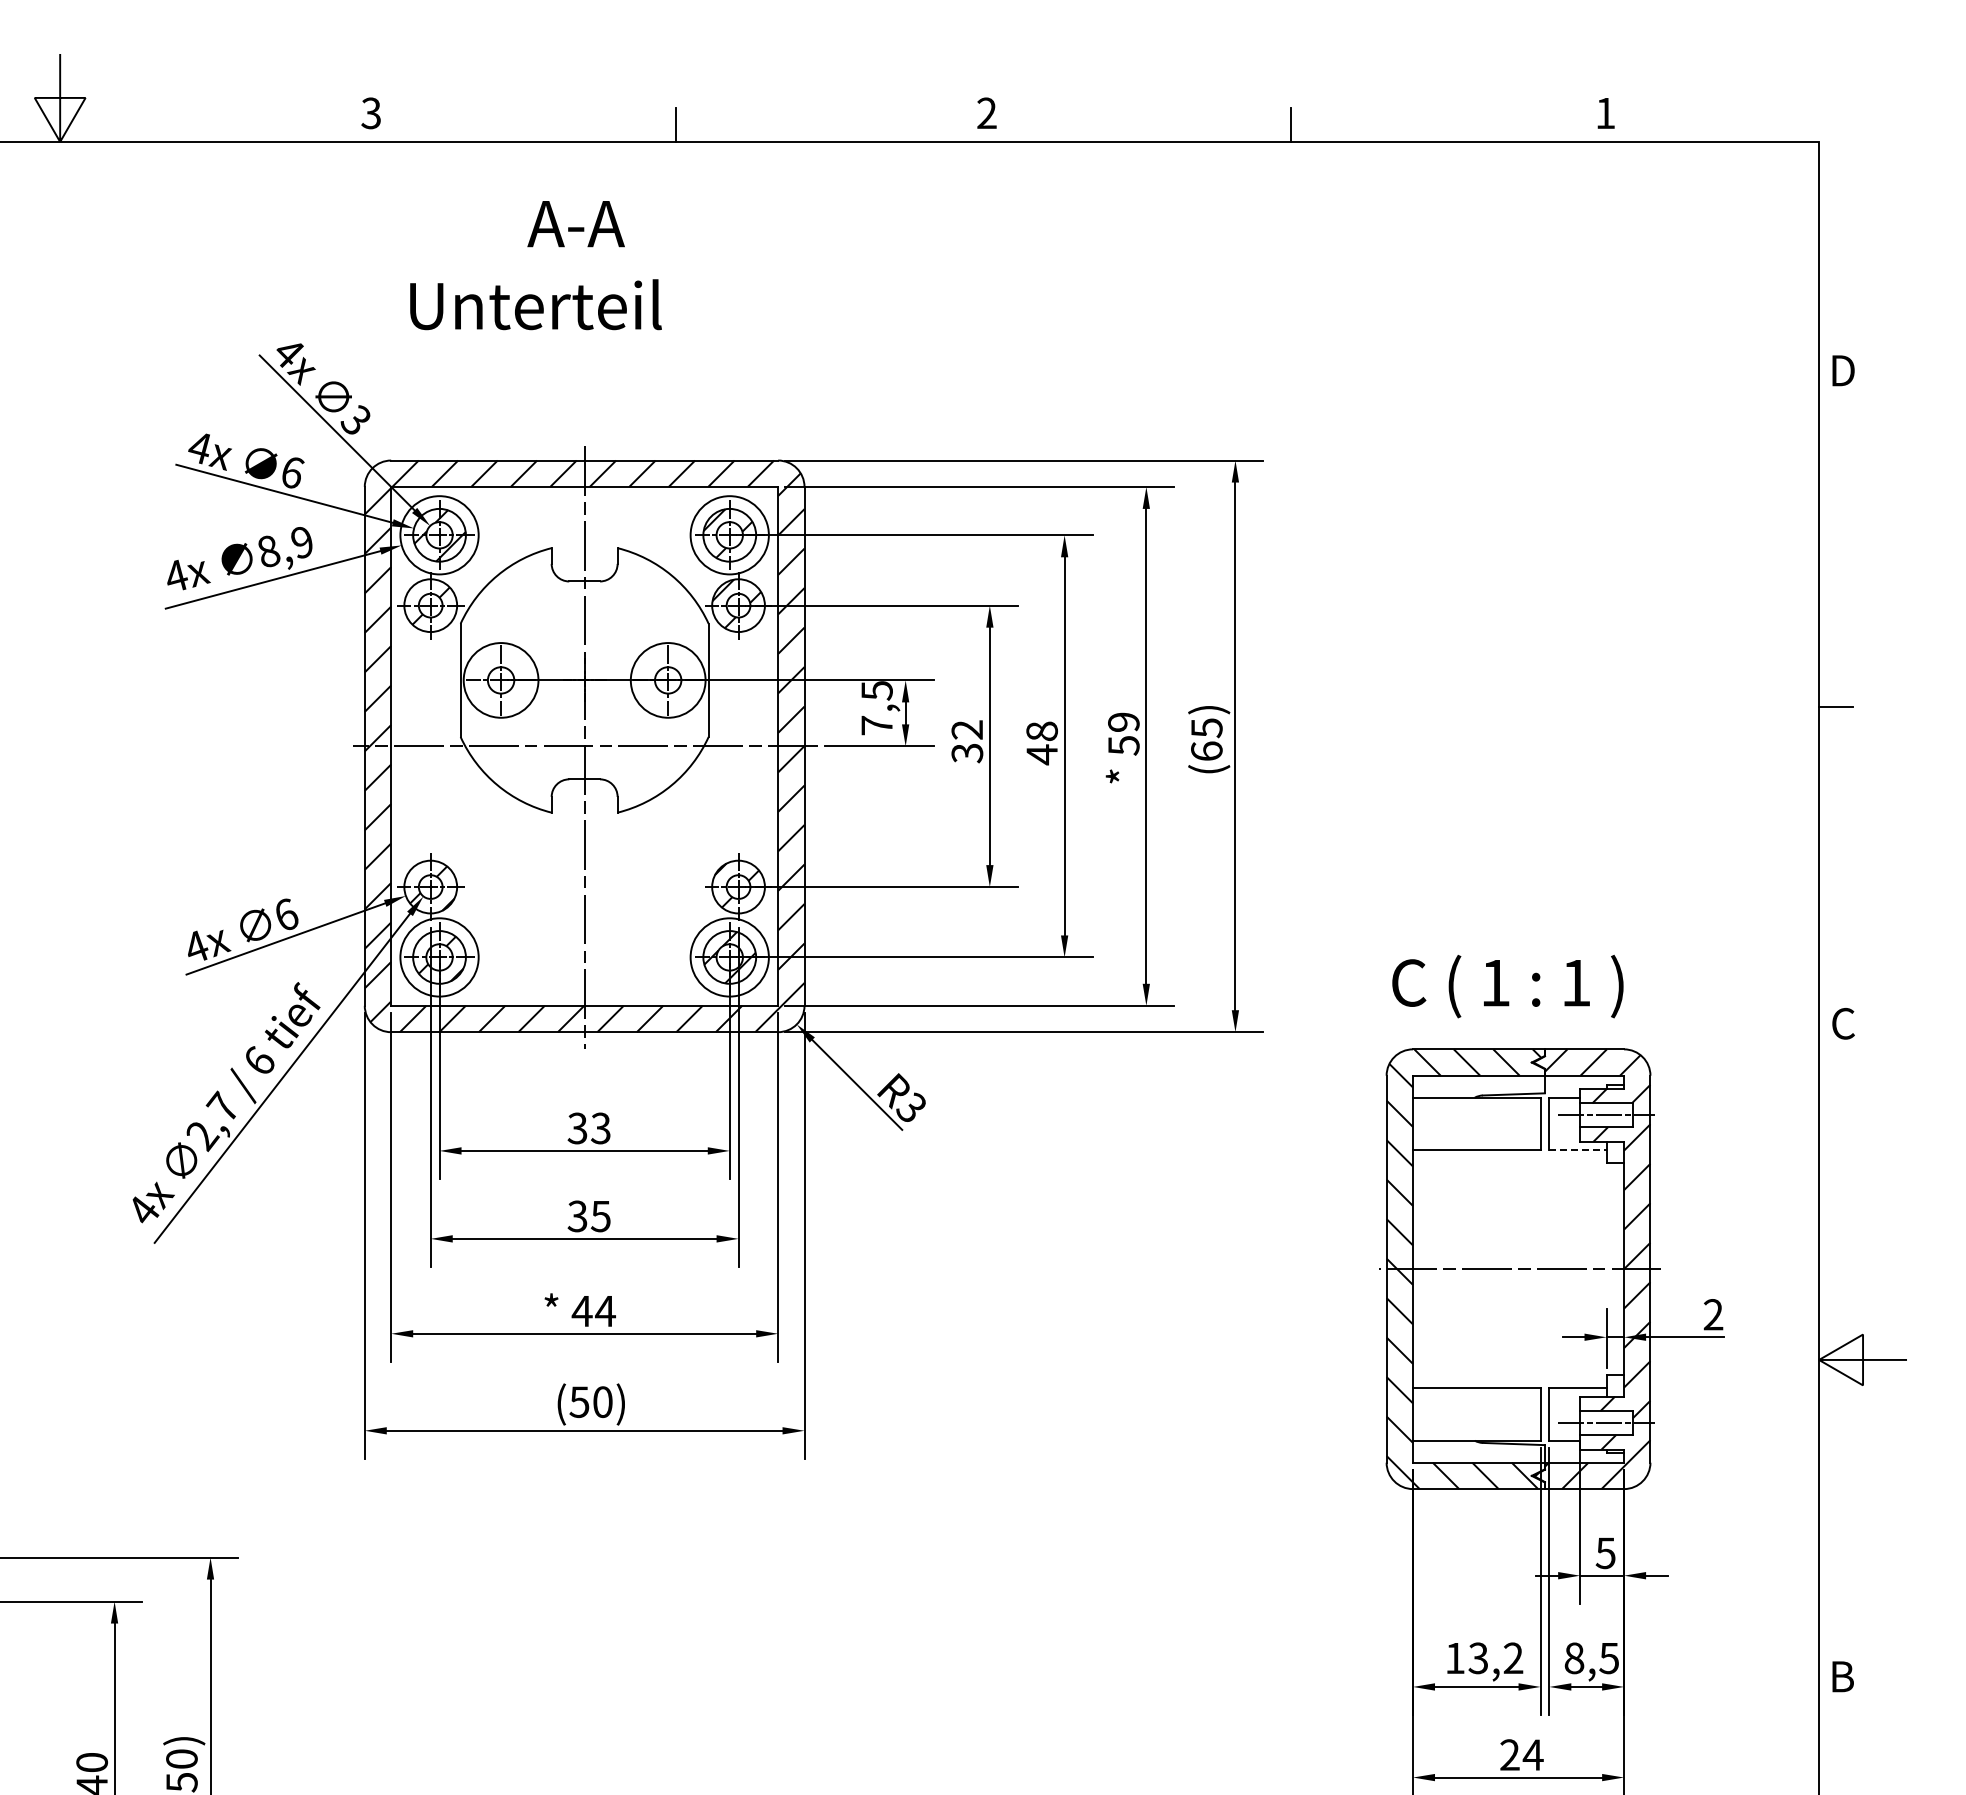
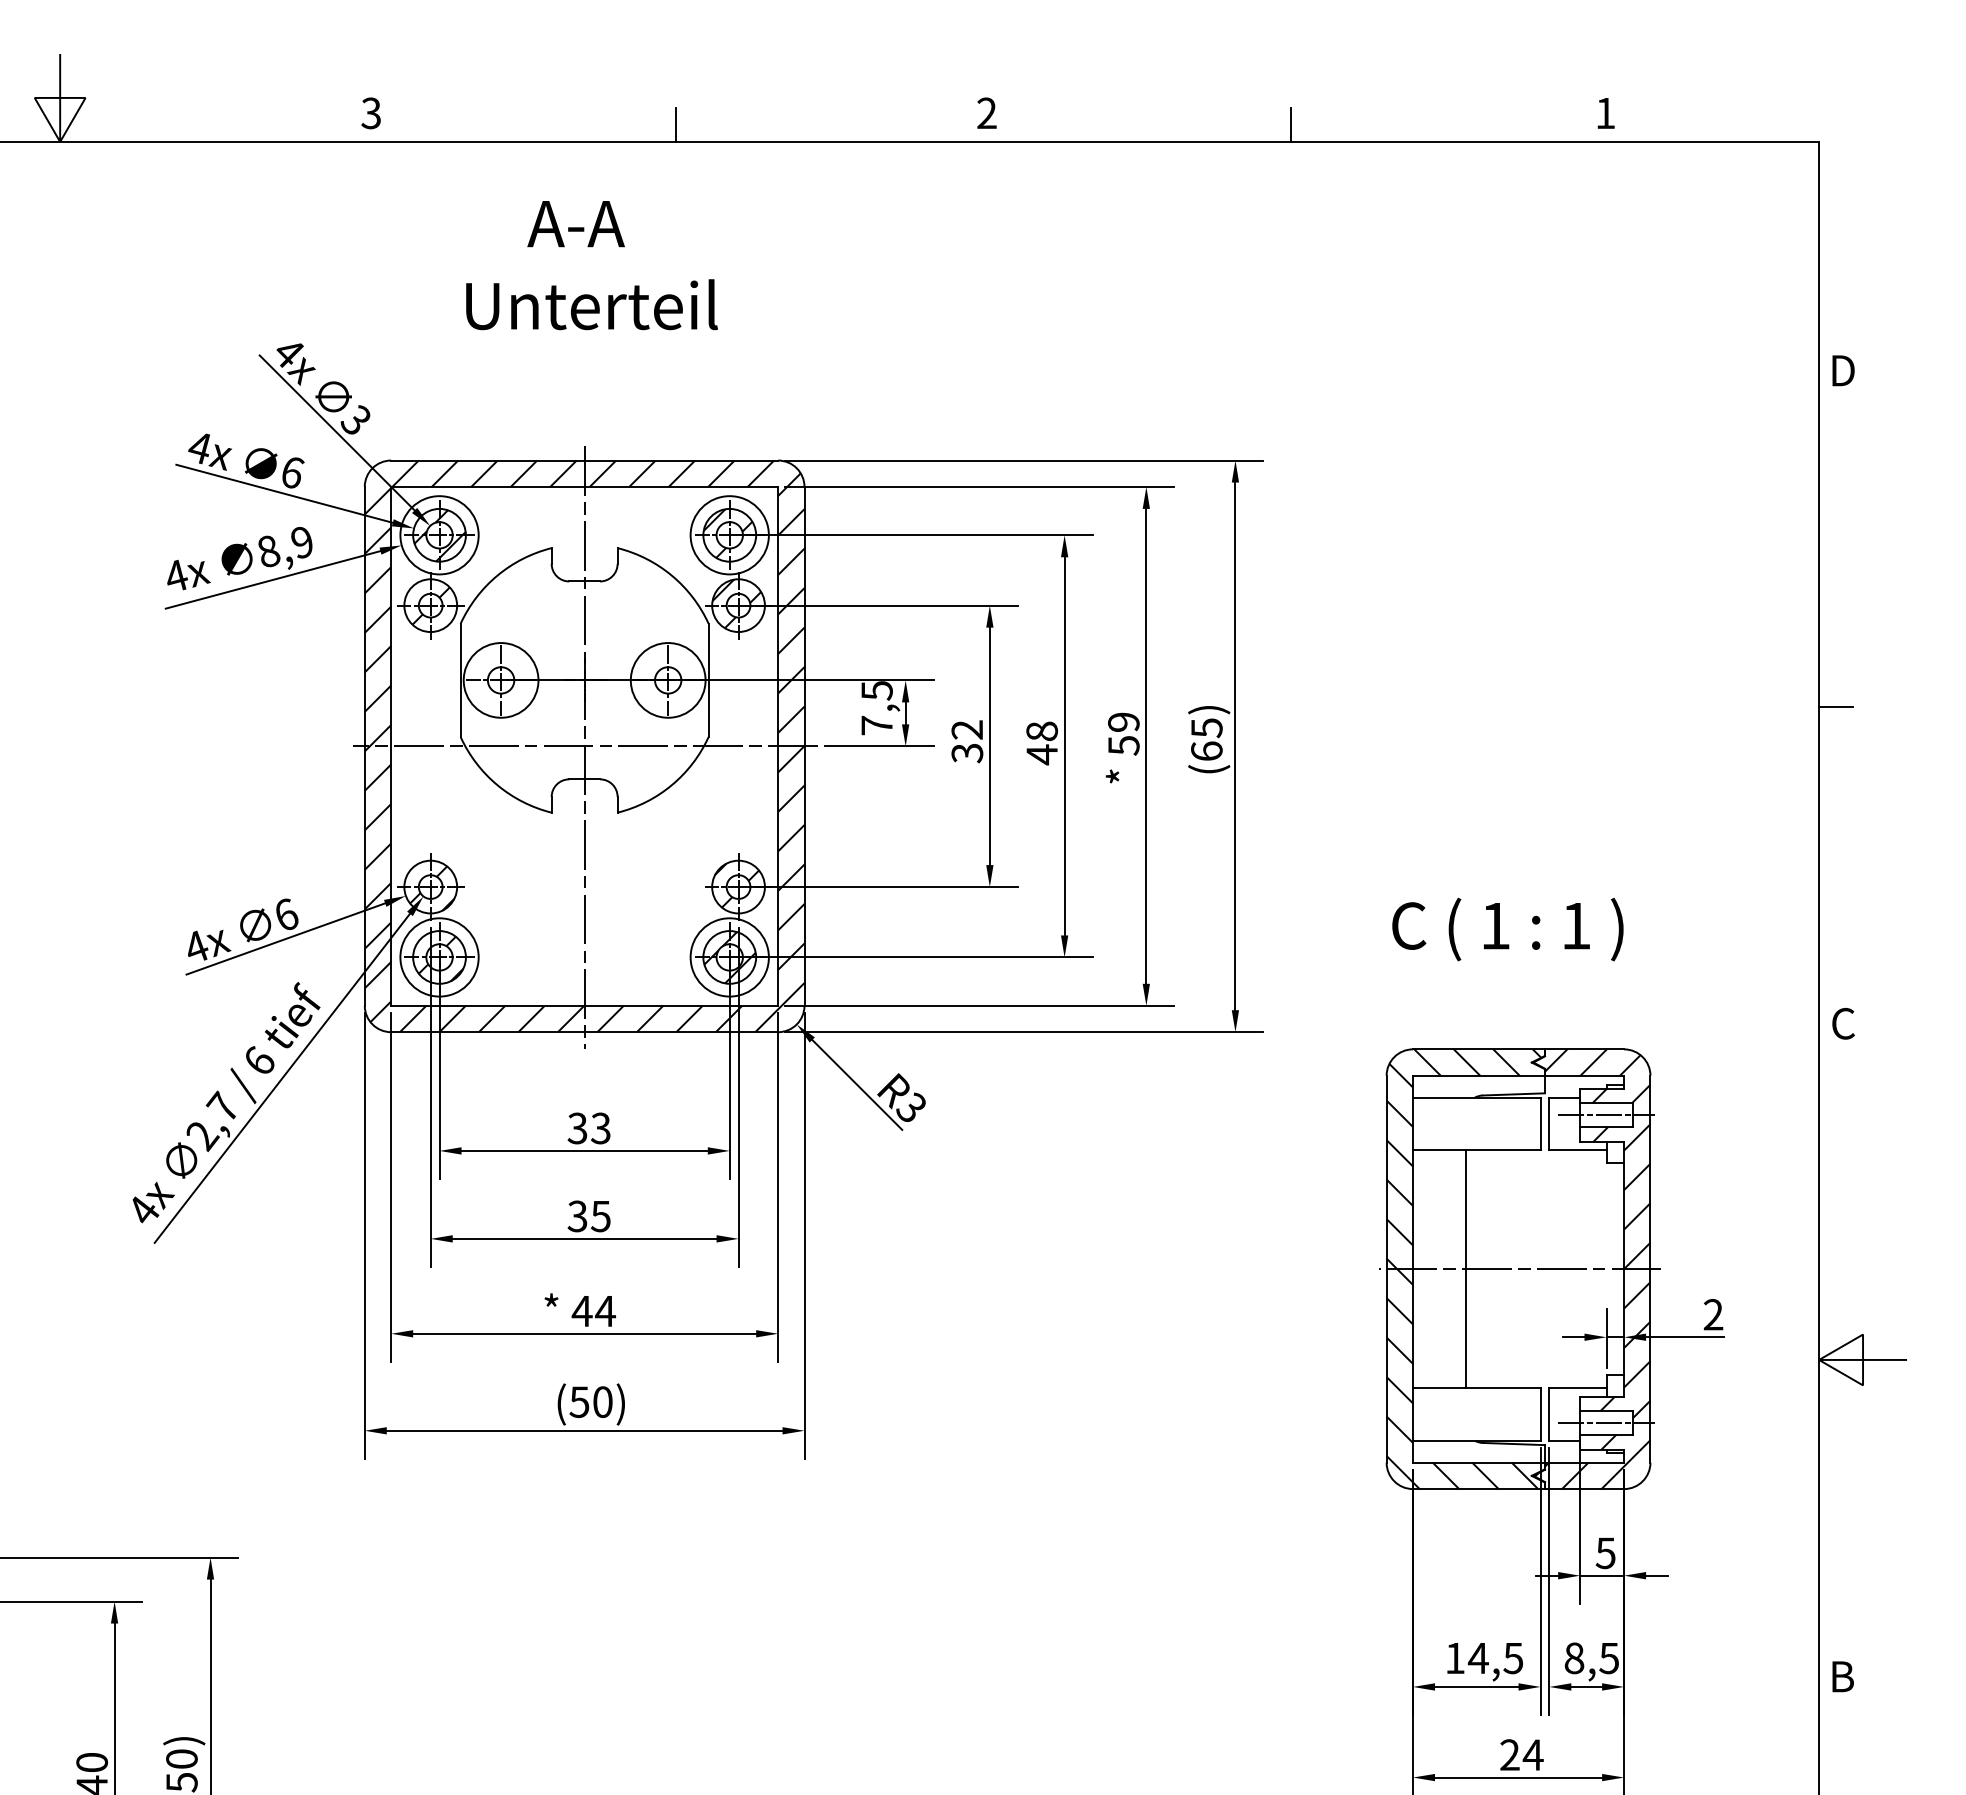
text at (535, 304) position: (535, 304) -> (591, 304)
text at (1507, 986) position: (1507, 986) -> (1507, 929)
line at (1577, 1150): dashed -> solid
line at (1465, 1268): none -> present
text at (1495, 1658): 13,2 -> 14,5
